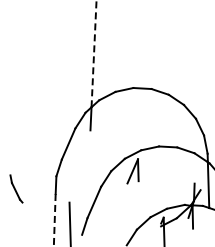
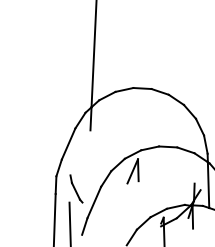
line at (94, 53): dashed -> solid
part at (16, 188) position: (16, 188) -> (76, 188)
line at (54, 220): dashed -> solid
